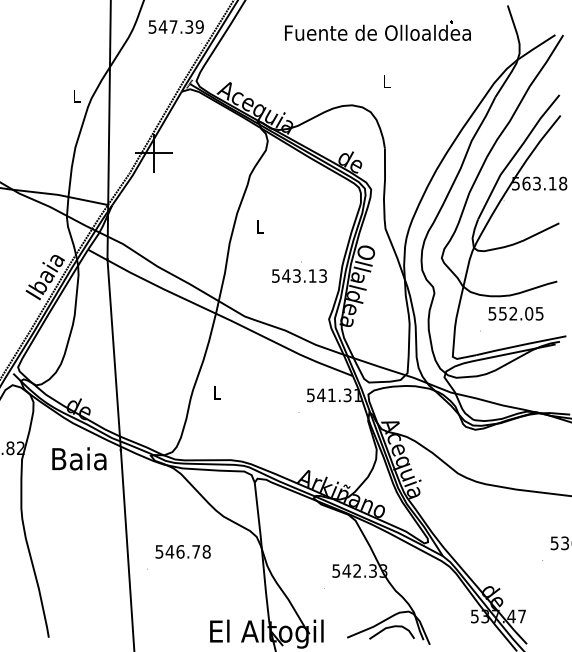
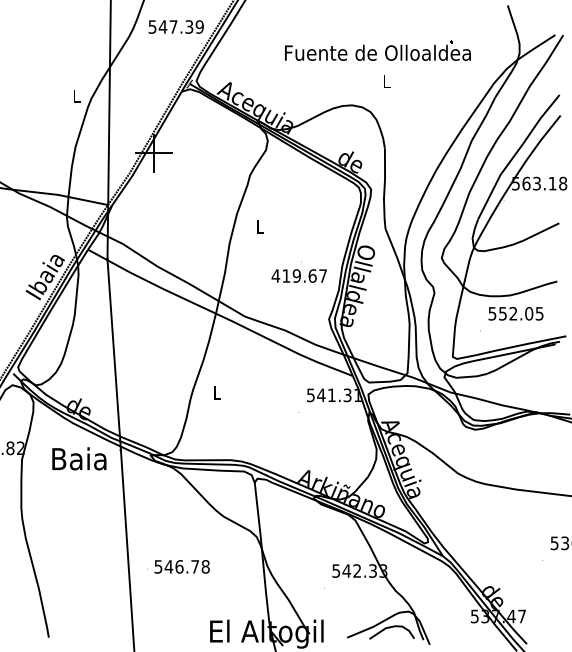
part at (377, 30) position: (377, 30) -> (377, 50)
text at (298, 275): 543.13 -> 419.67
text at (182, 551) position: (182, 551) -> (181, 566)
